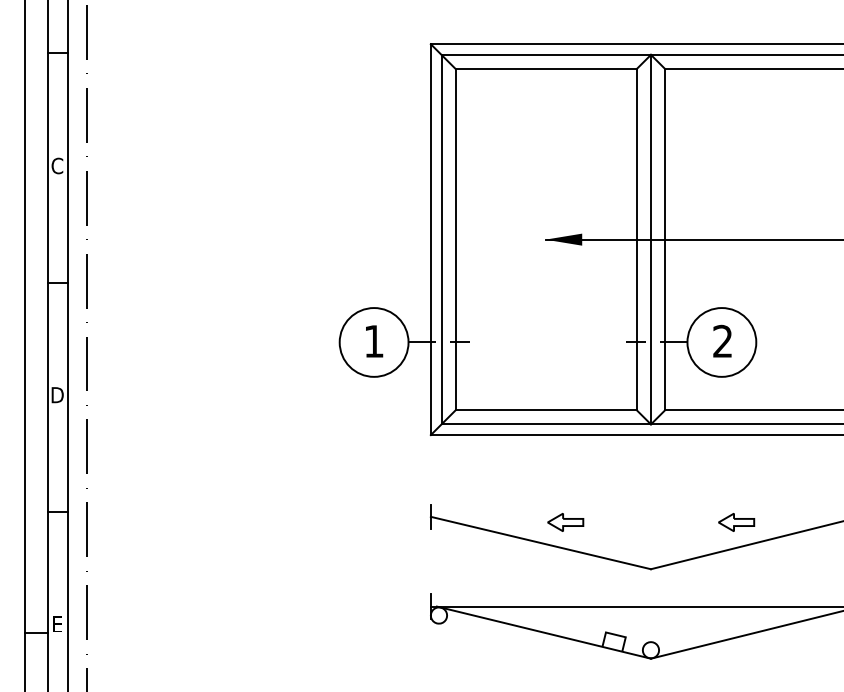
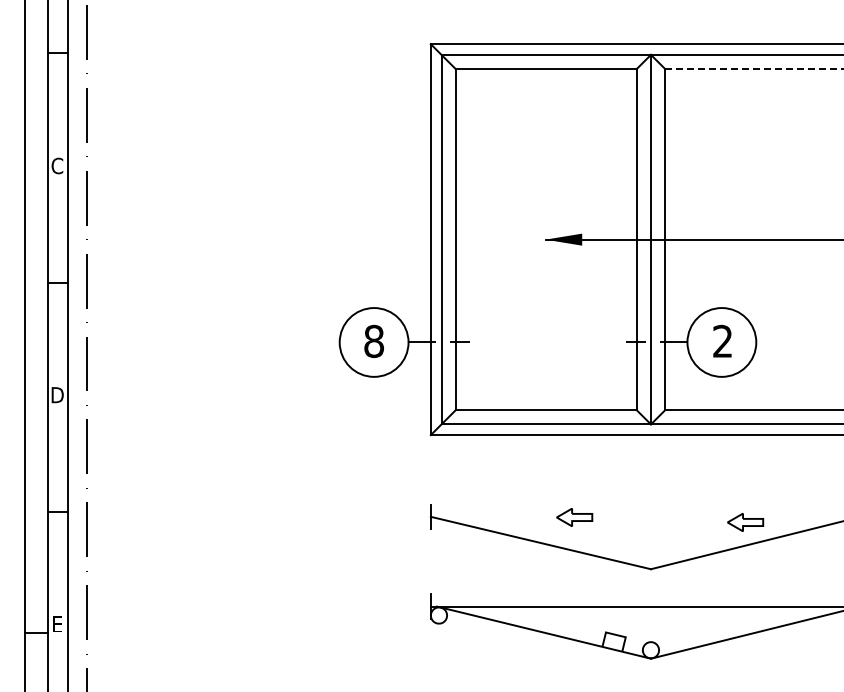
line at (754, 69): solid -> dashed
text at (374, 340): 1 -> 8
part at (565, 522) position: (565, 522) -> (574, 517)
part at (736, 522) position: (736, 522) -> (745, 522)
